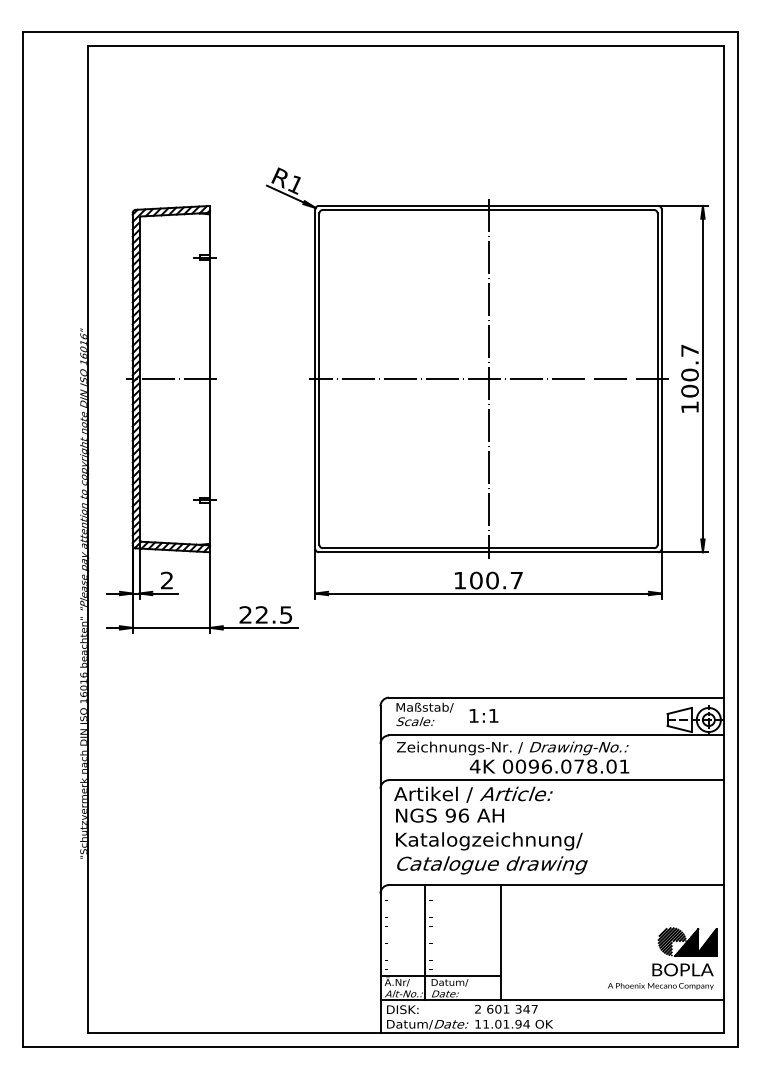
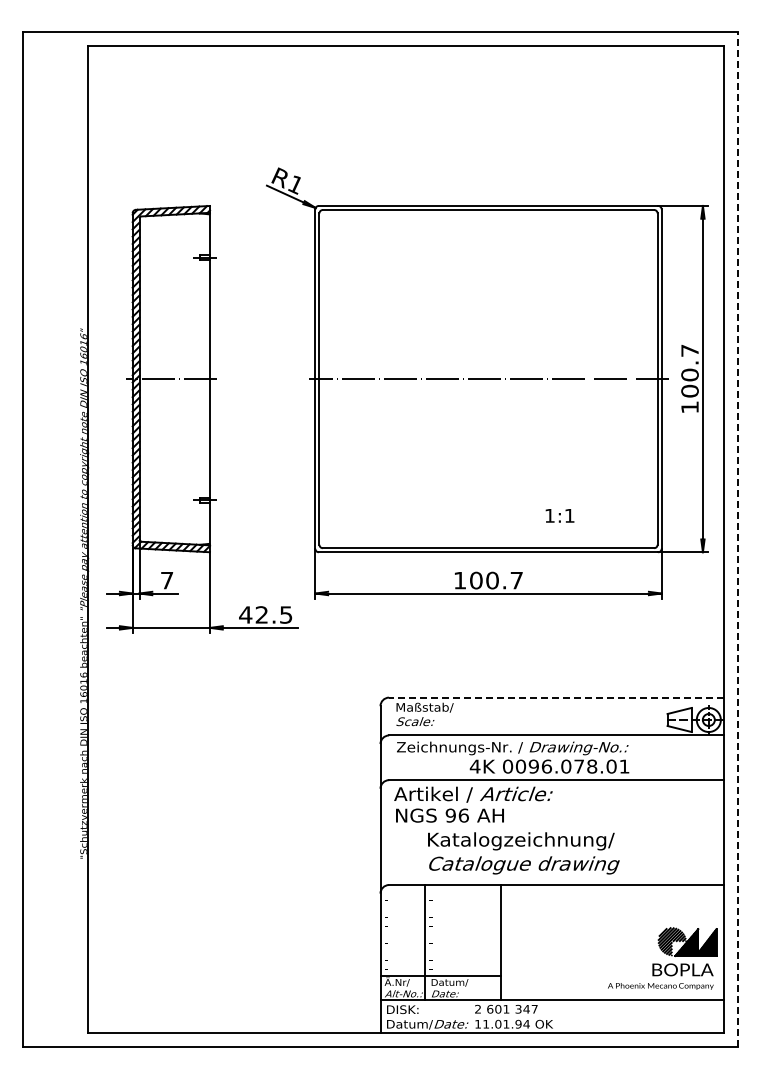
line at (488, 379): present -> none
line at (738, 539): solid -> dashed
text at (167, 580): 2 -> 7
text at (245, 614): 22.5 -> 42.5
line at (556, 697): solid -> dashed
text at (483, 715) position: (483, 715) -> (559, 515)
text at (491, 853) position: (491, 853) -> (523, 853)
